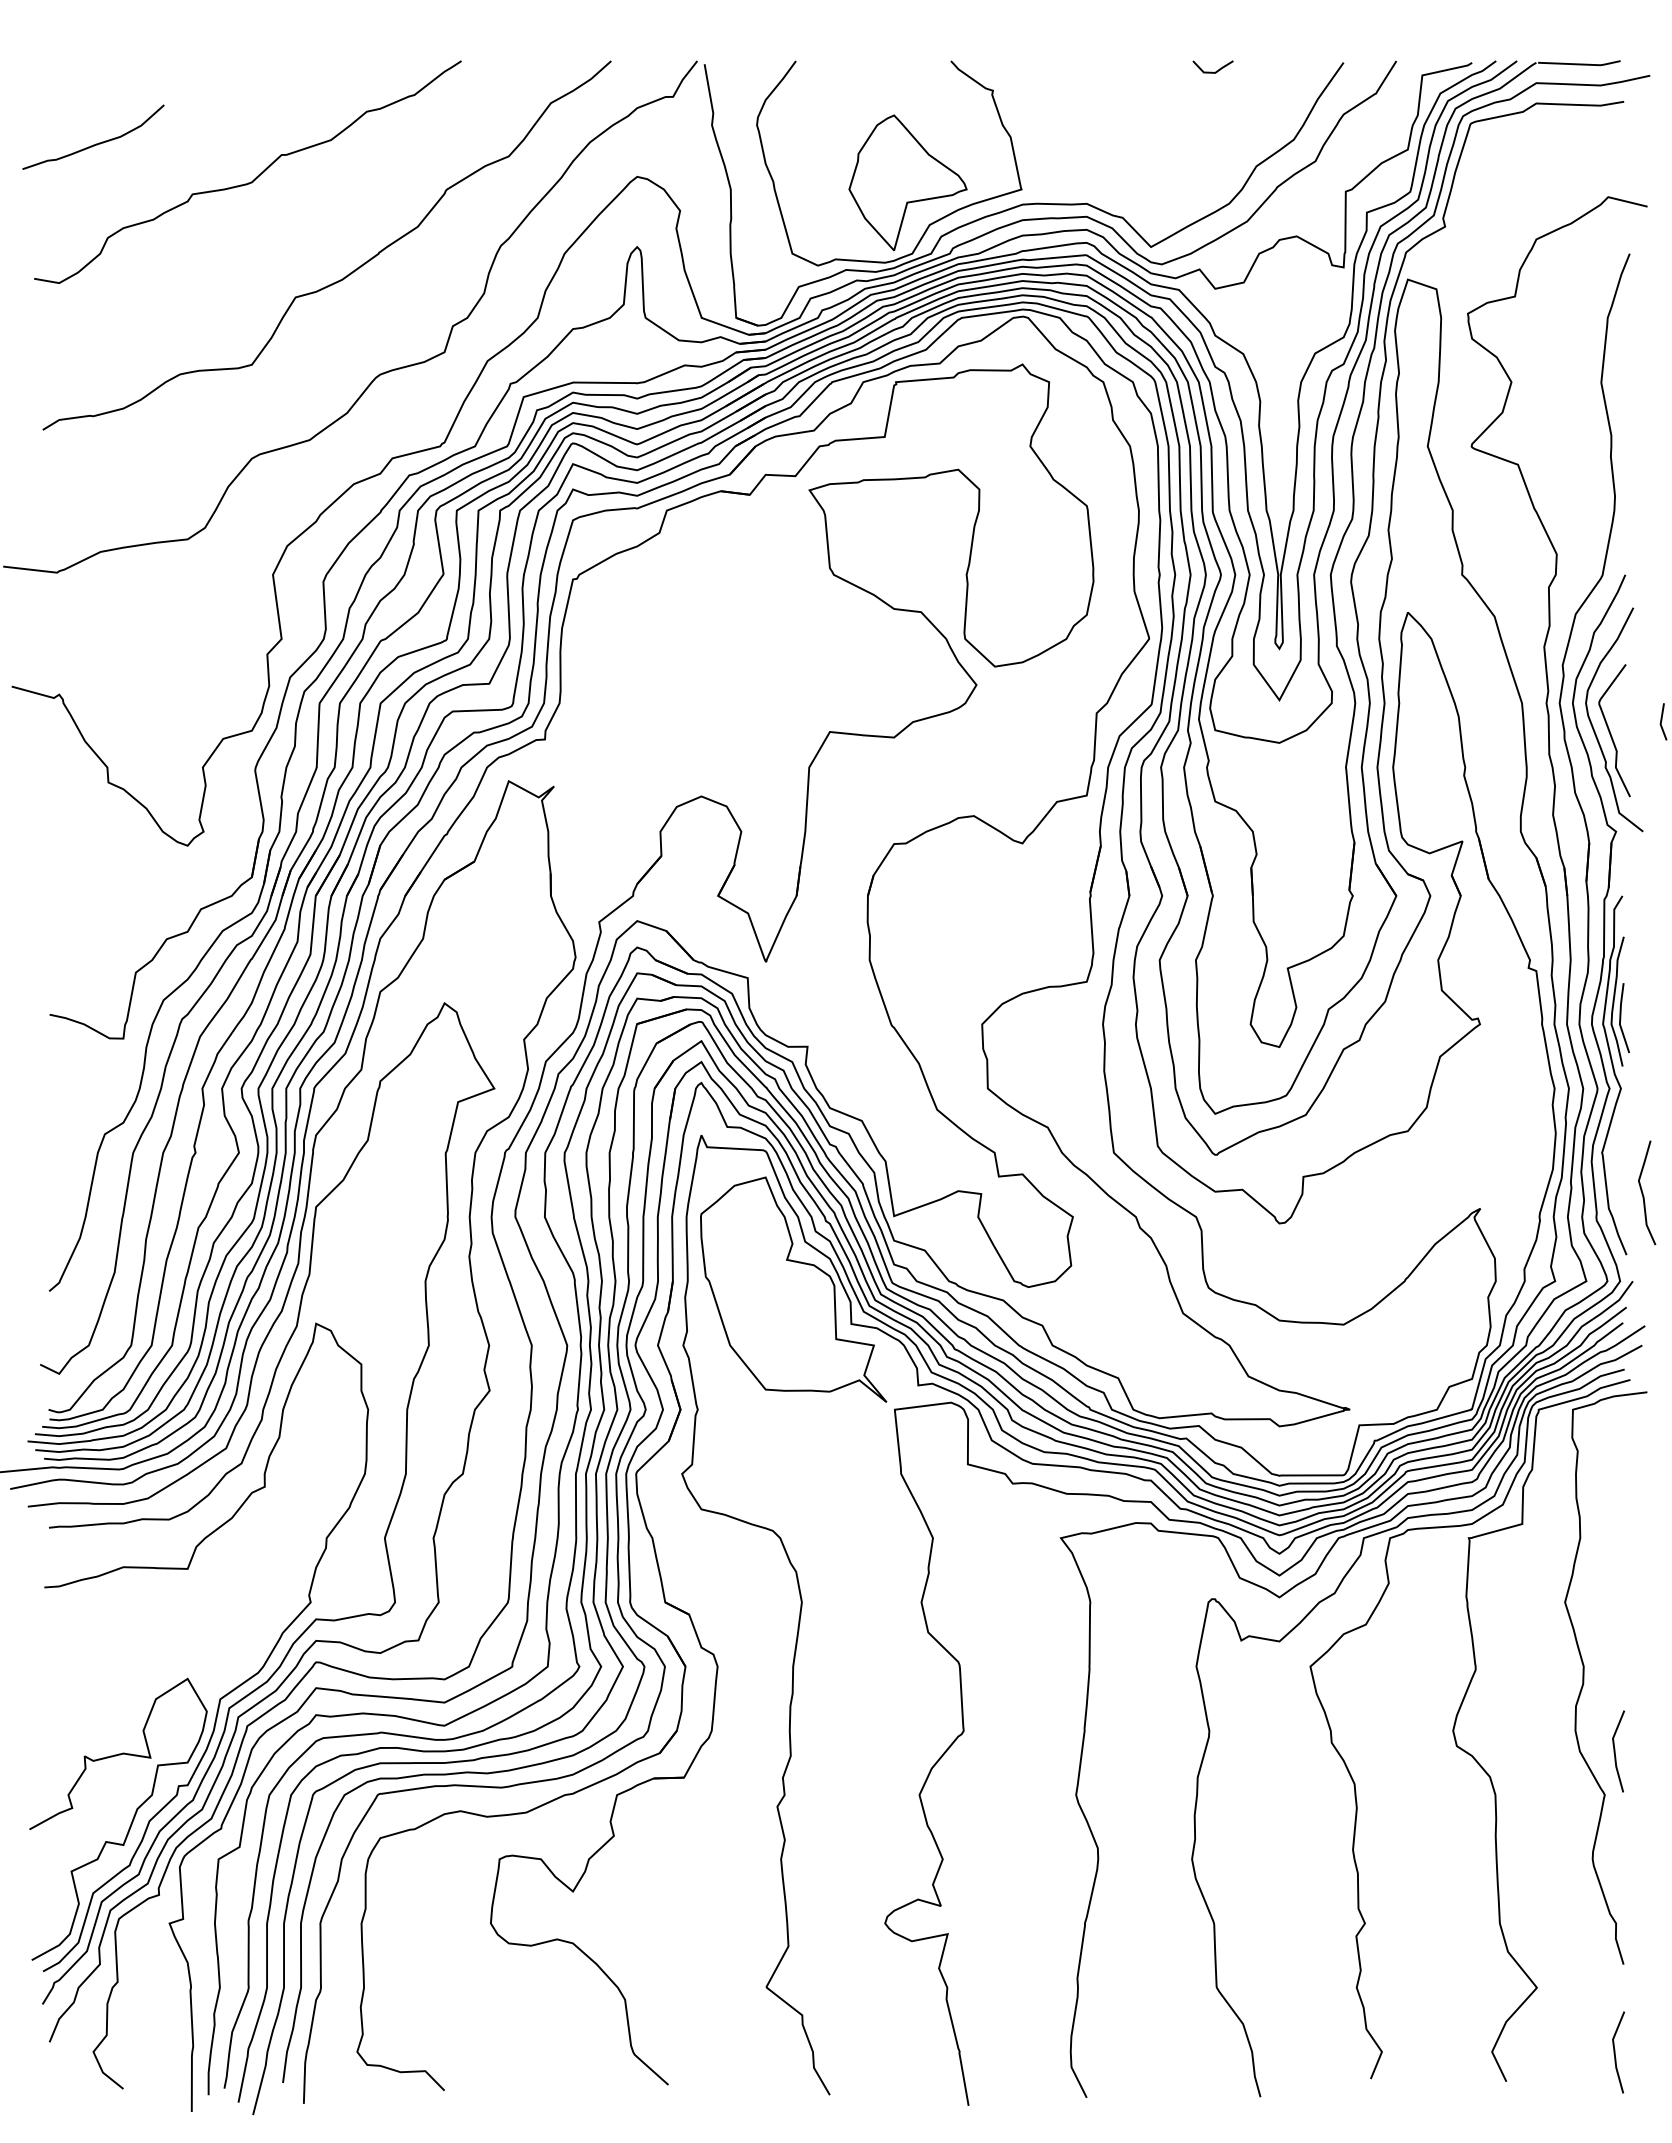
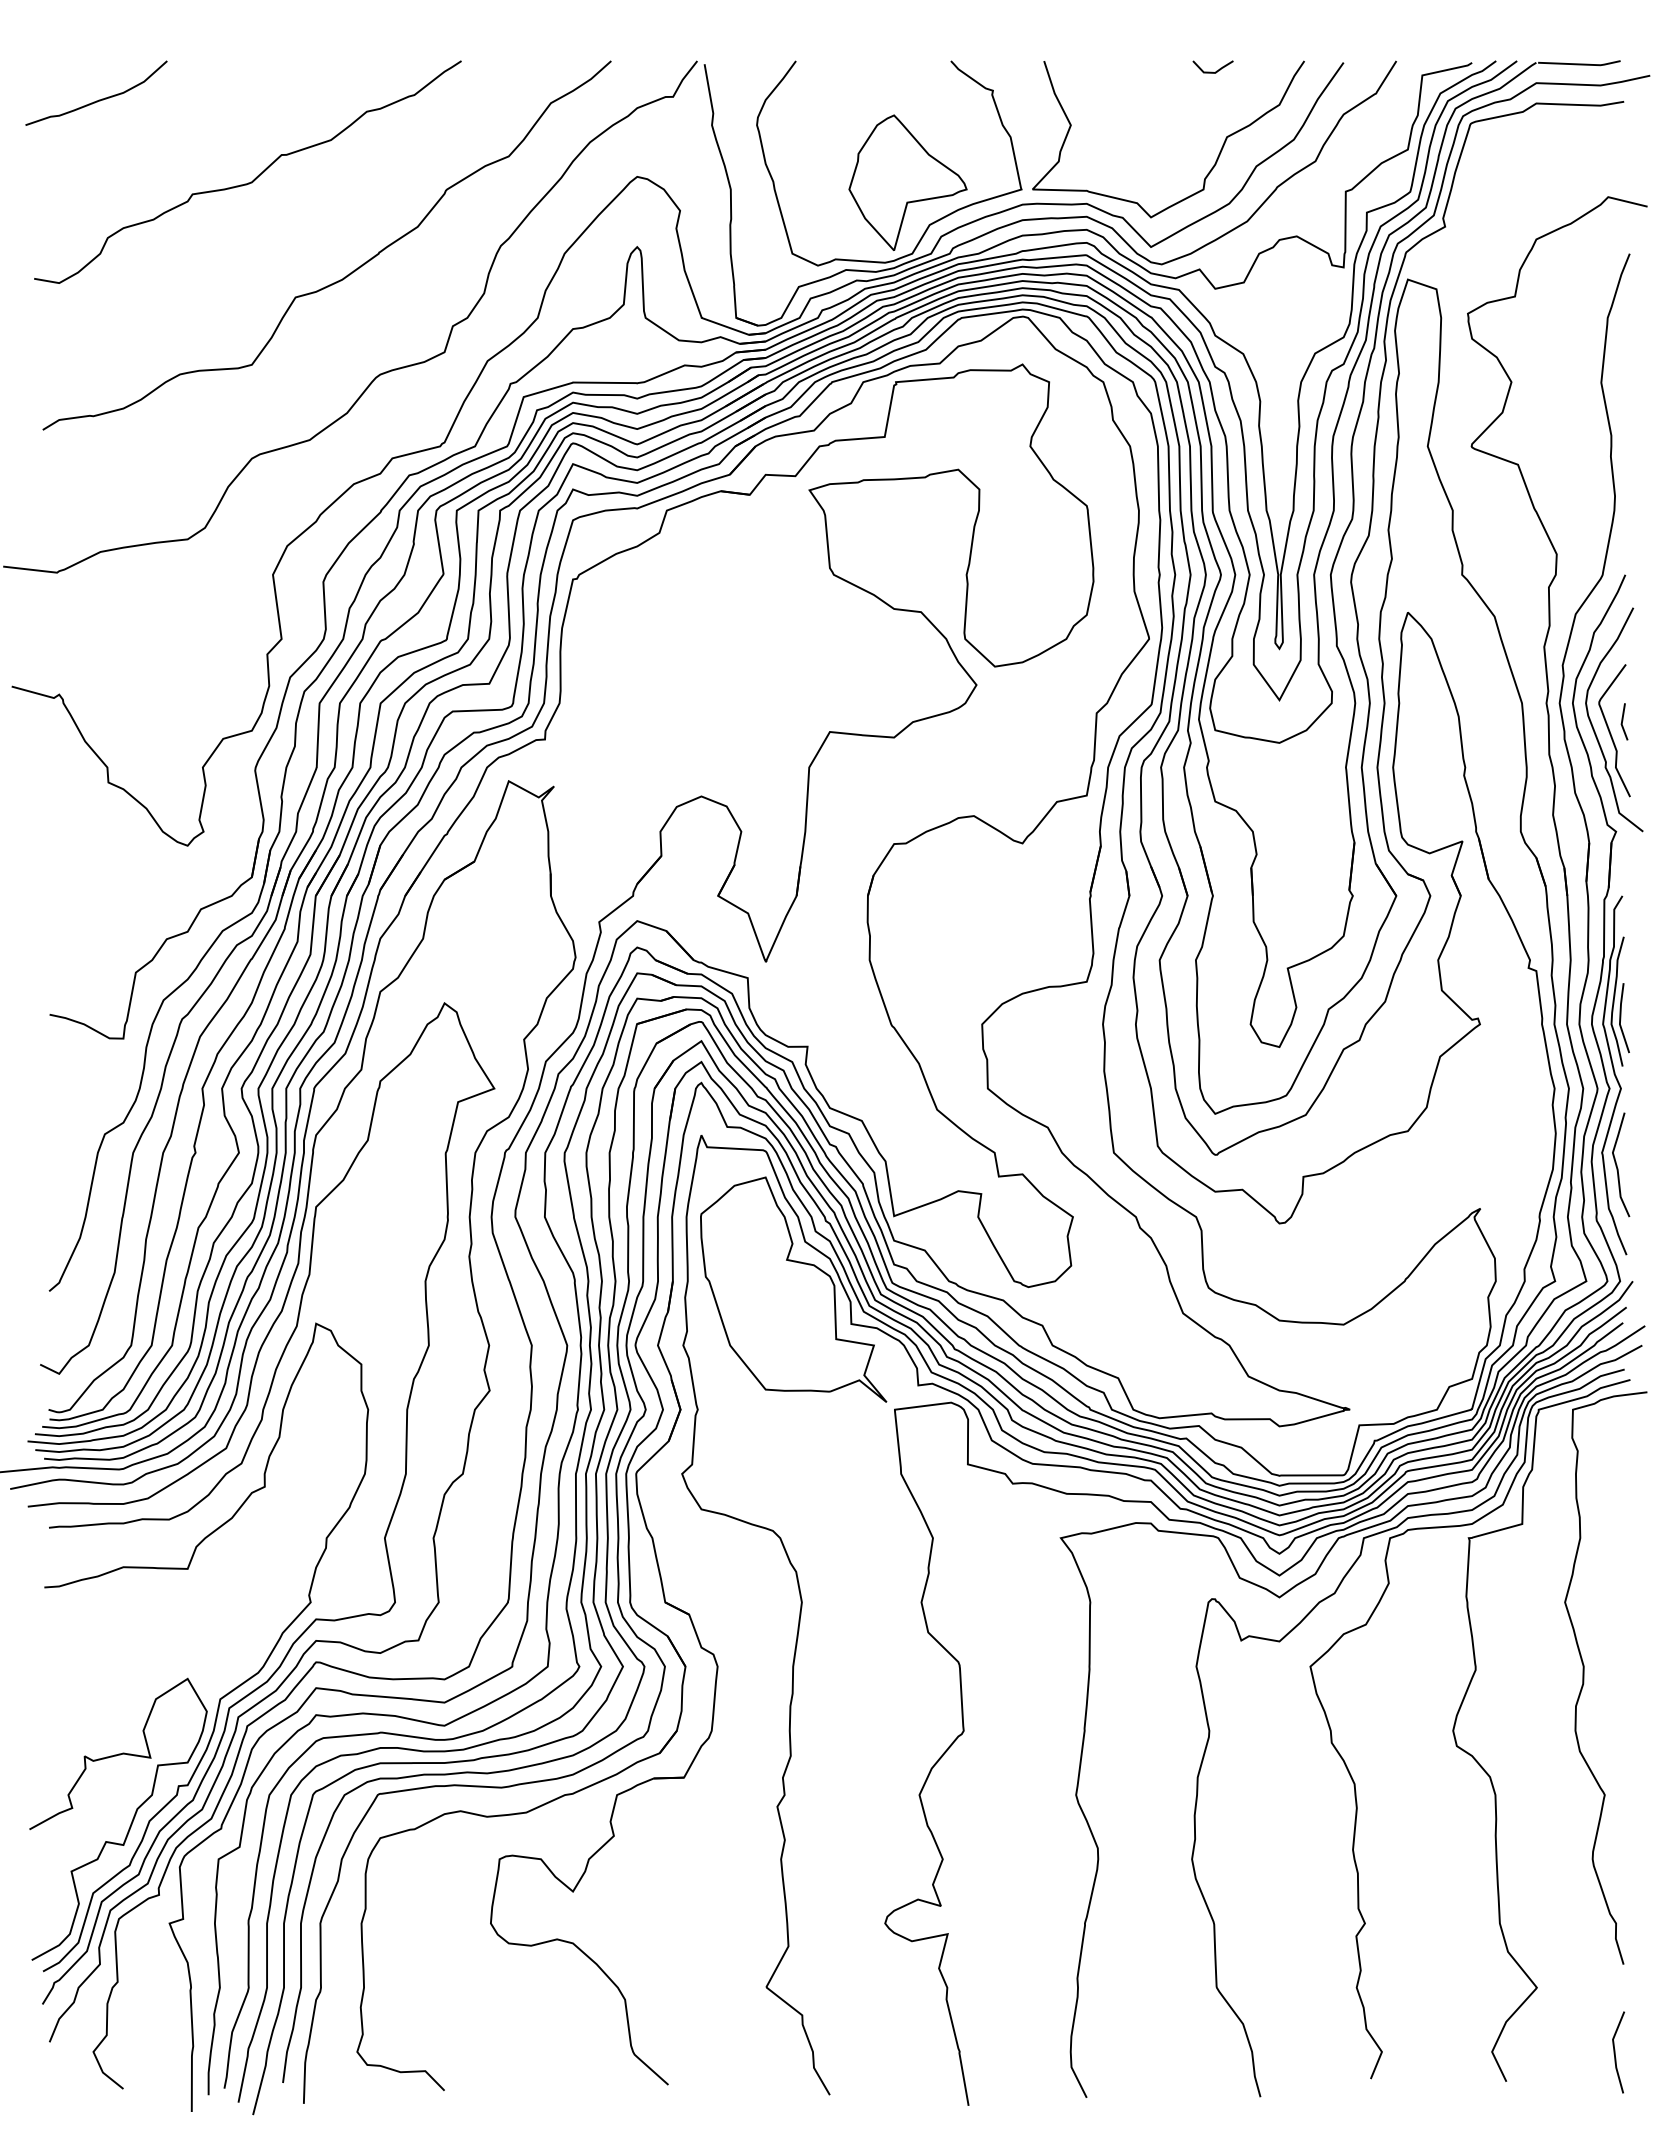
curve at (96, 143) position: (96, 143) -> (99, 99)
curve at (1210, 169): none -> present
line at (1662, 720) position: (1662, 720) -> (1623, 720)
curve at (1643, 1192) position: (1643, 1192) -> (1617, 1164)
line at (1615, 1751): present -> none
